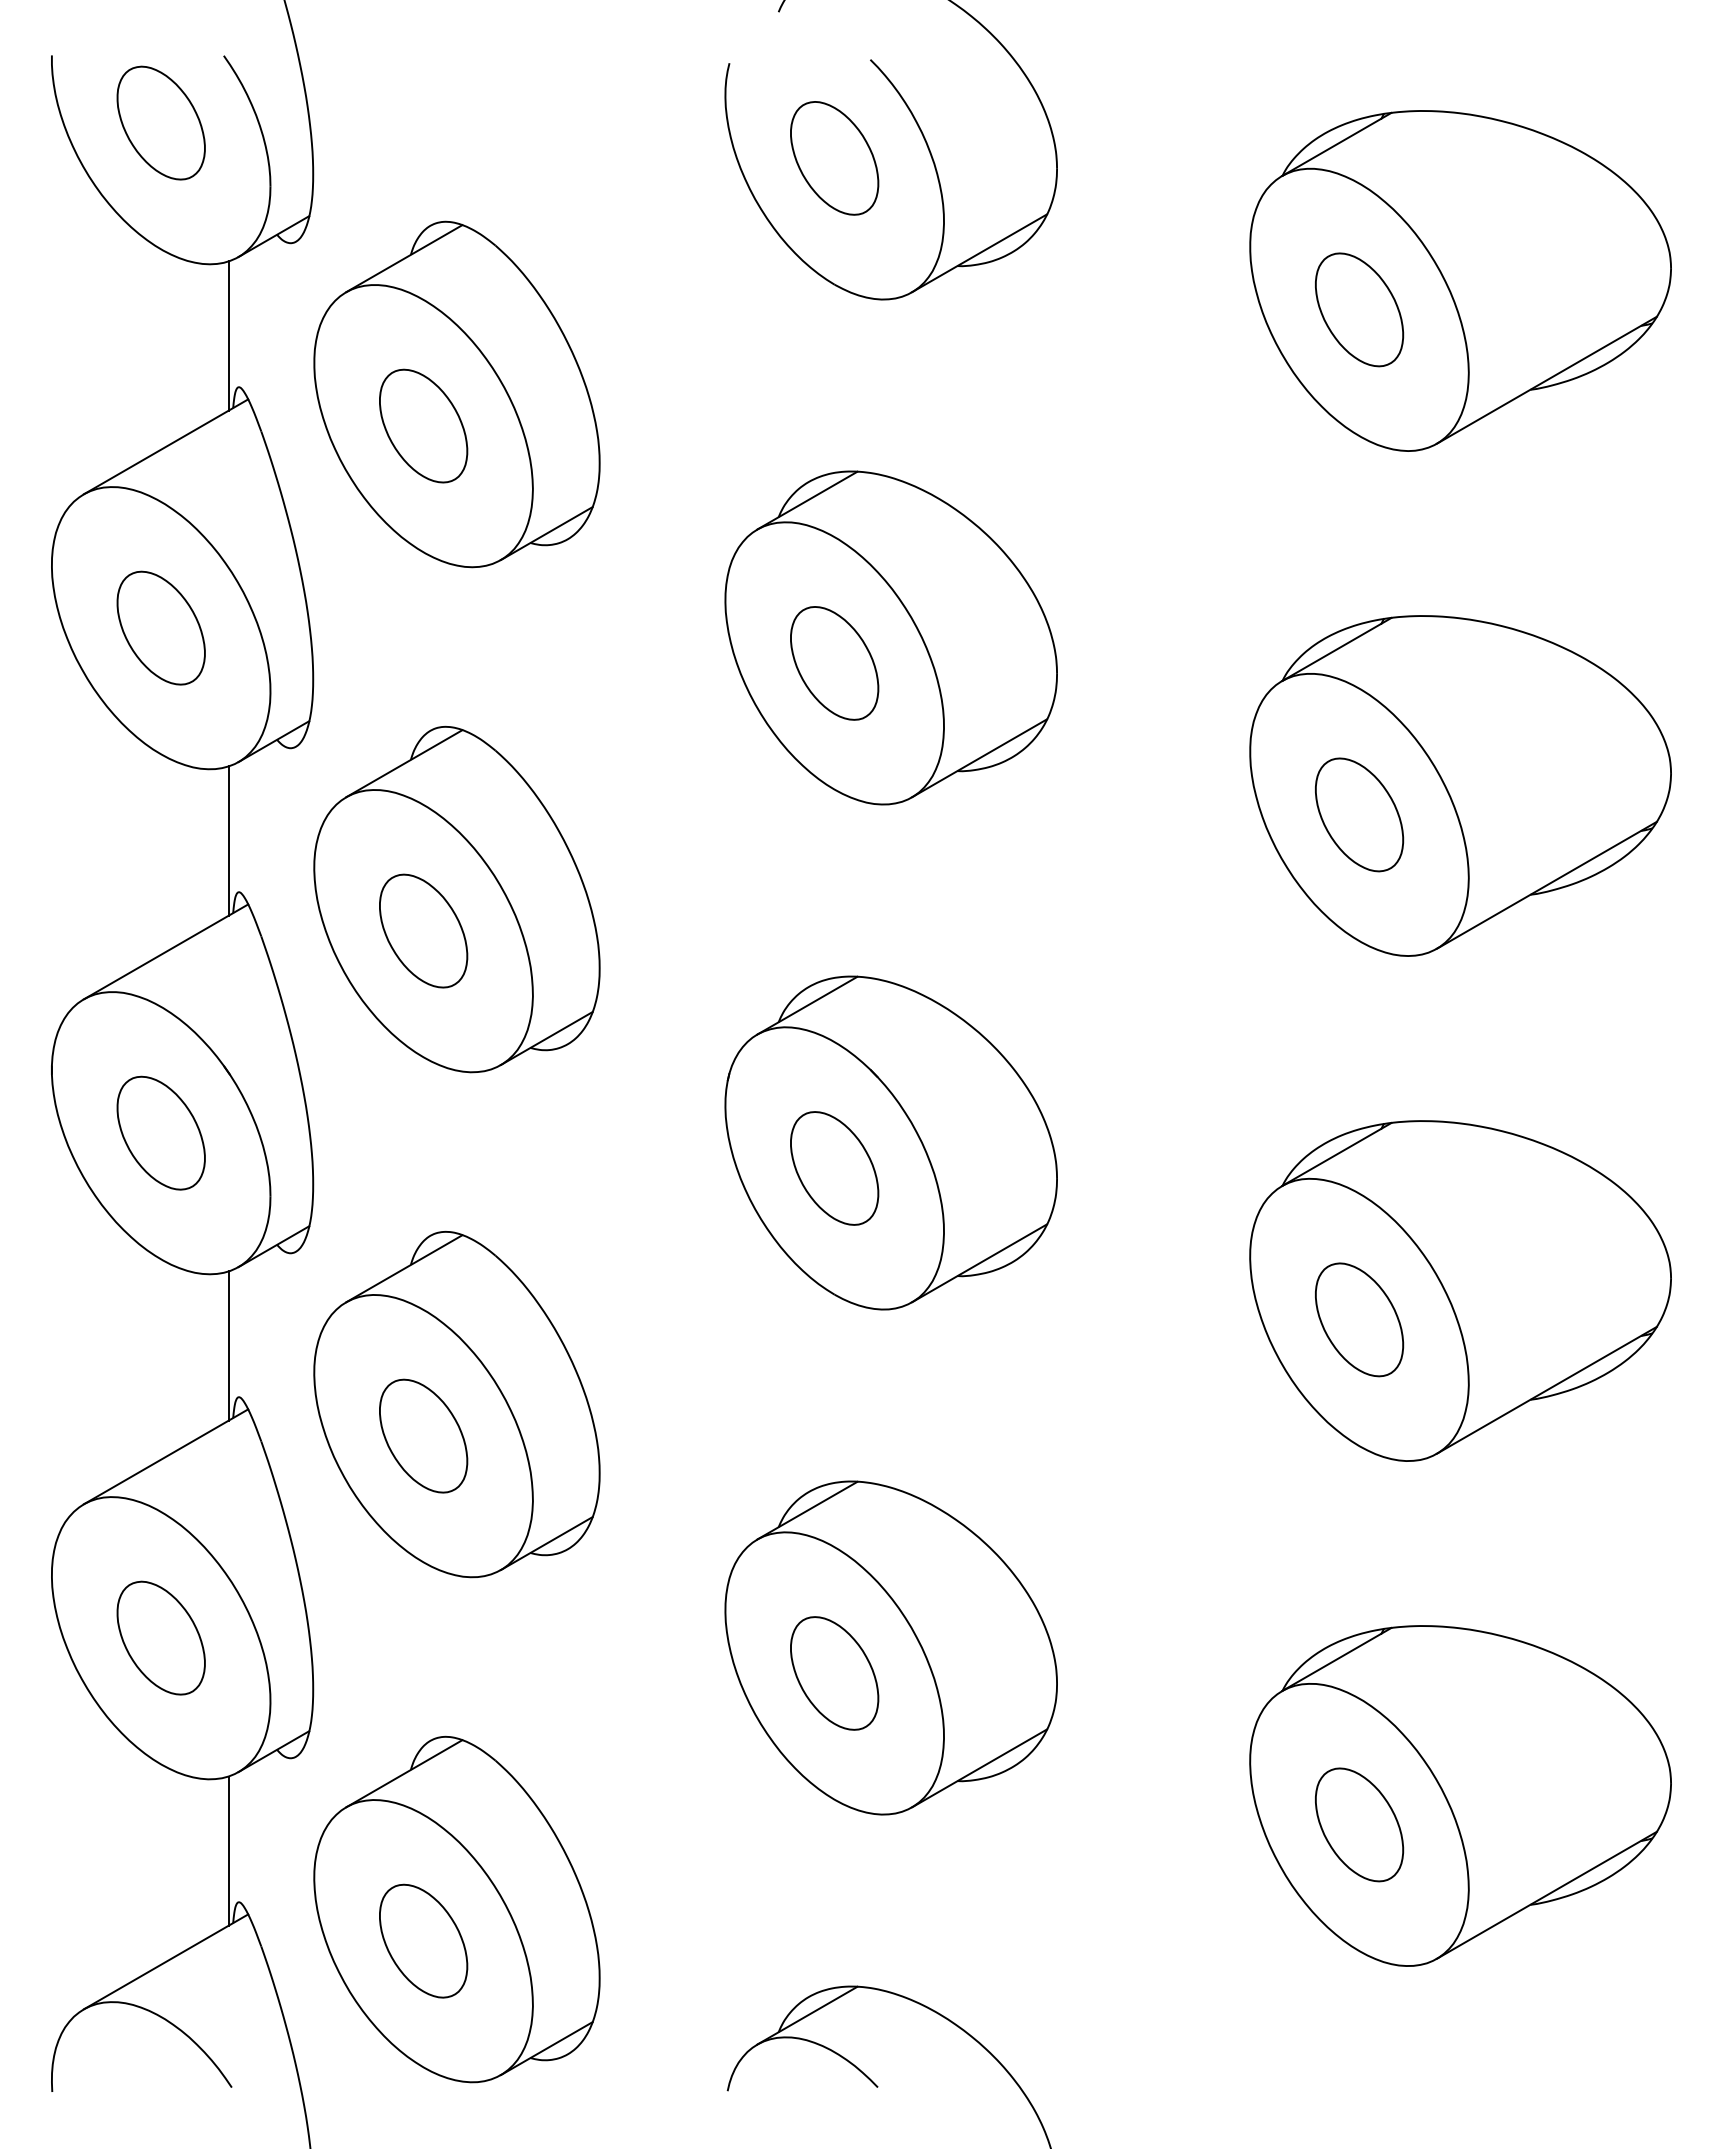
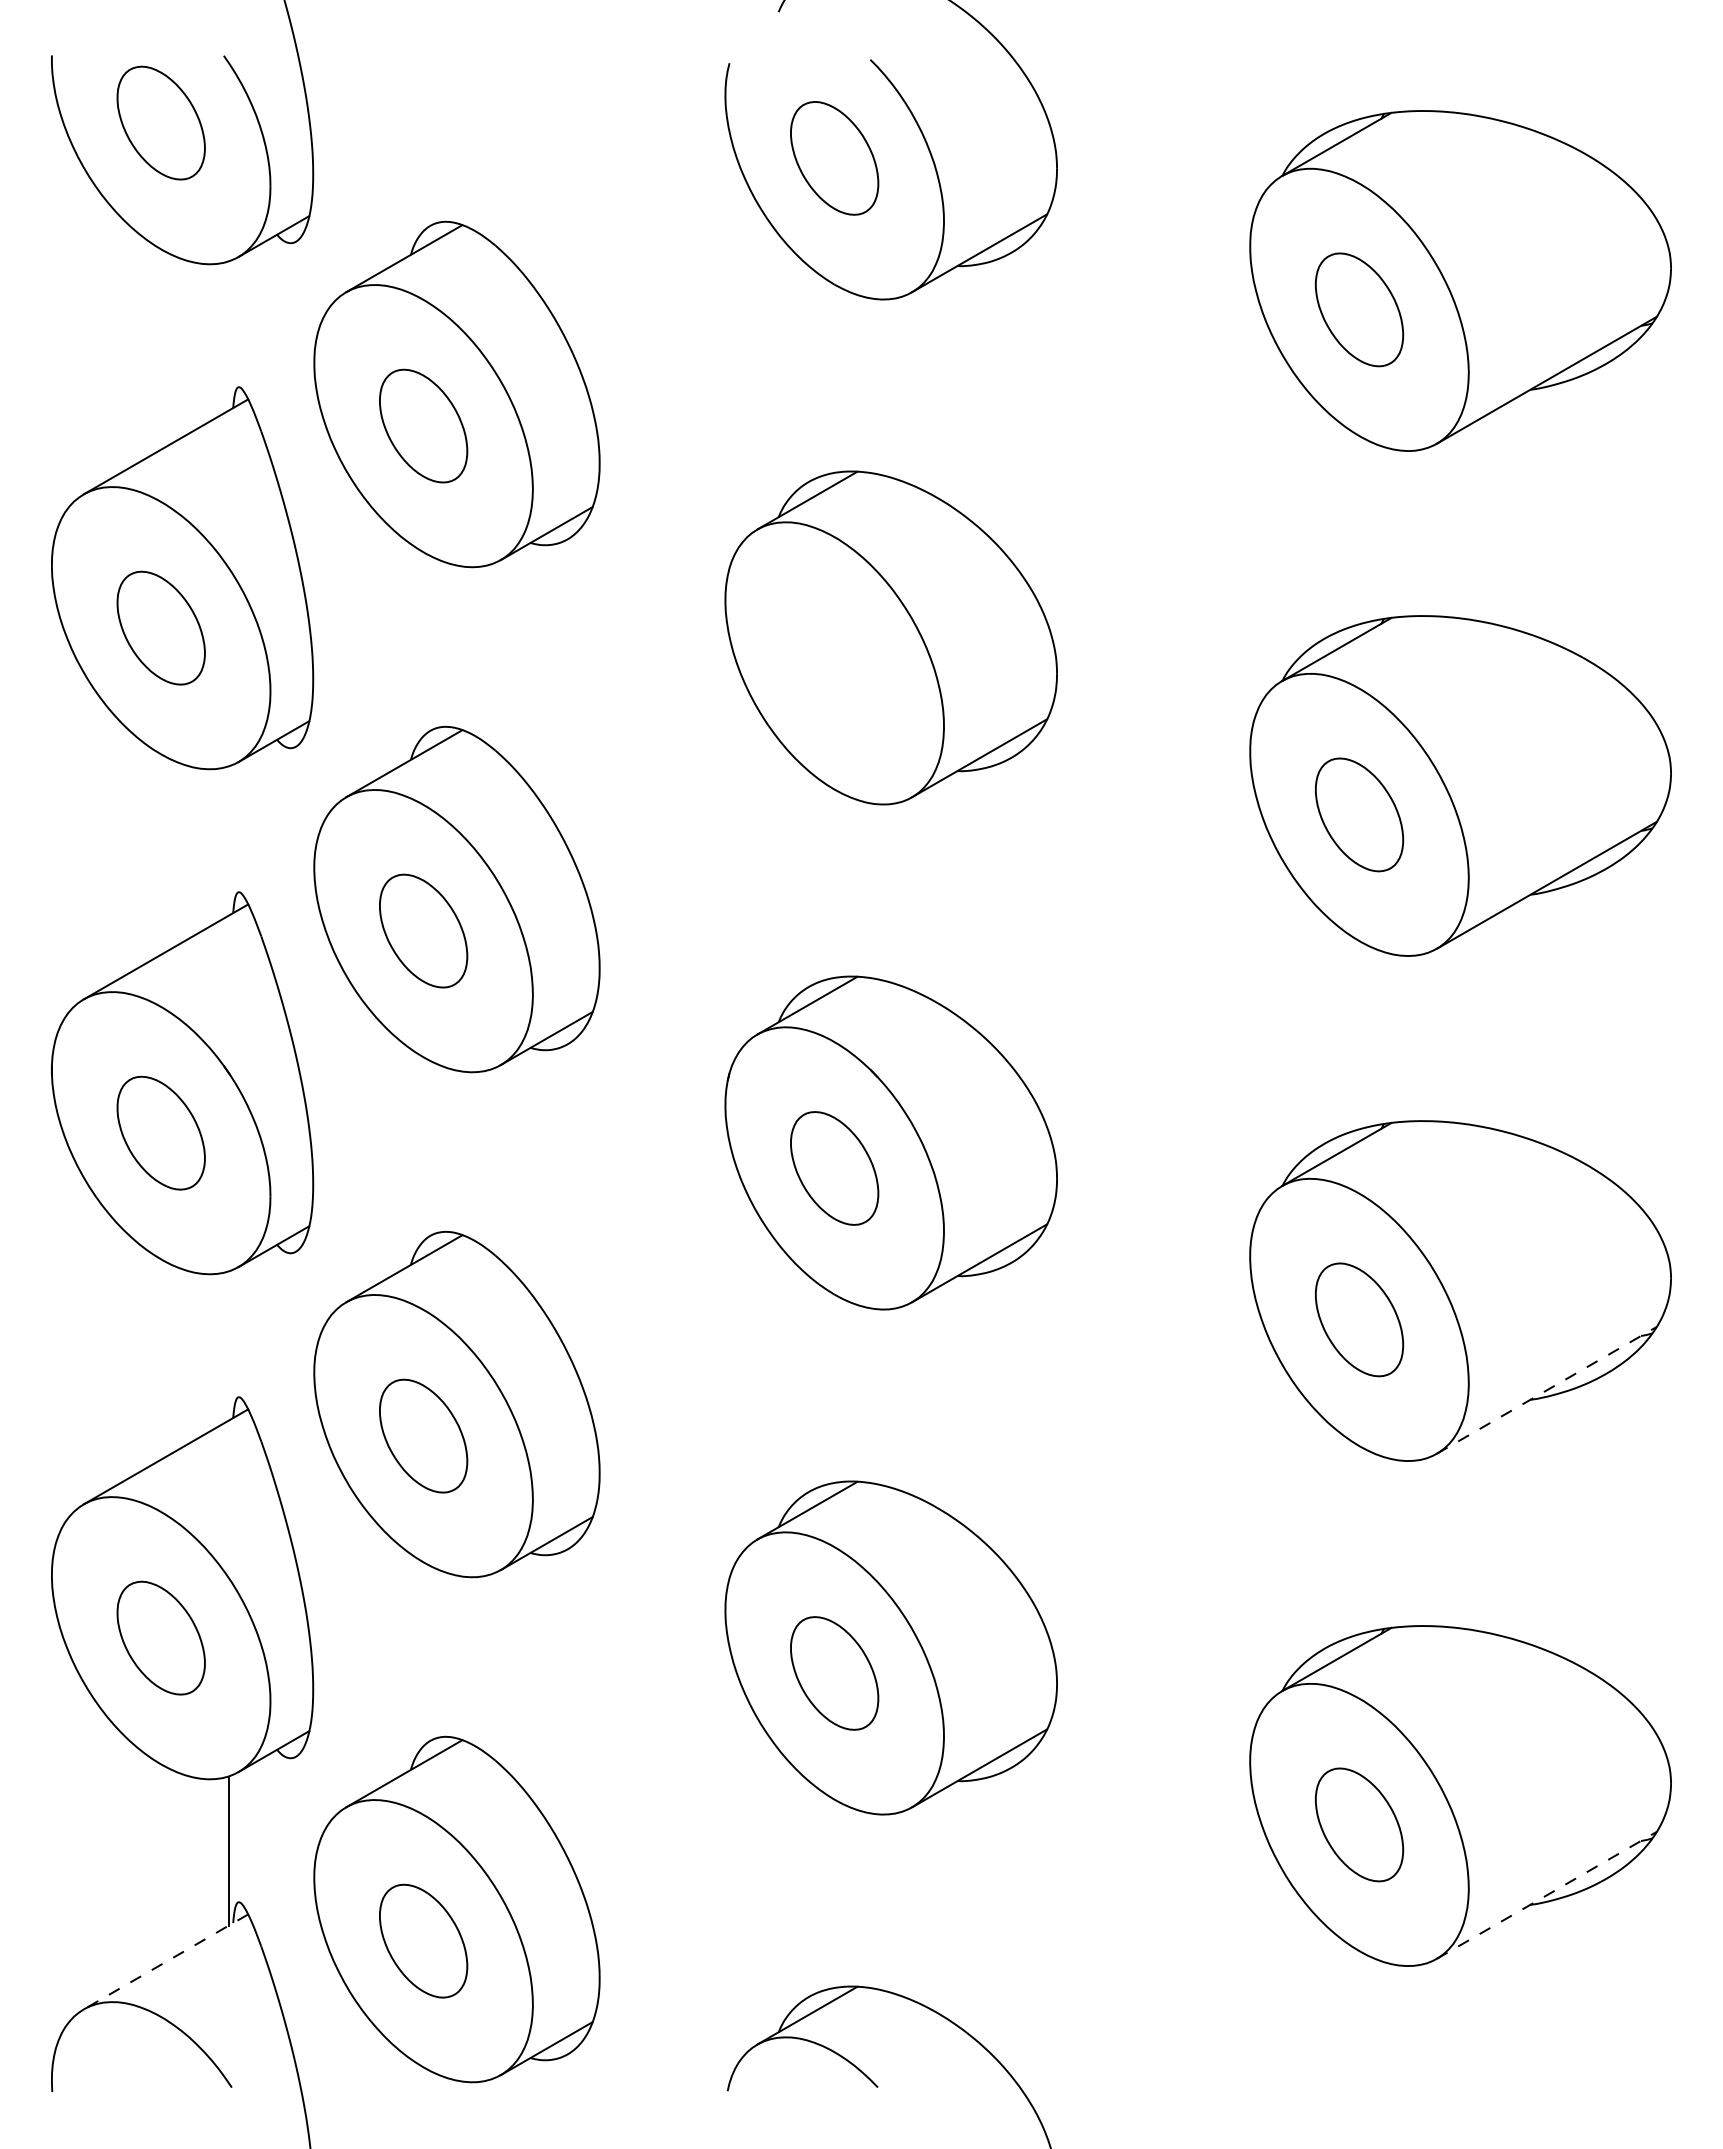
line at (228, 335): present -> none
part at (834, 663): present -> none
line at (228, 840): present -> none
line at (228, 1345): present -> none
line at (1547, 1390): solid -> dashed
line at (1547, 1895): solid -> dashed
line at (166, 1961): solid -> dashed
